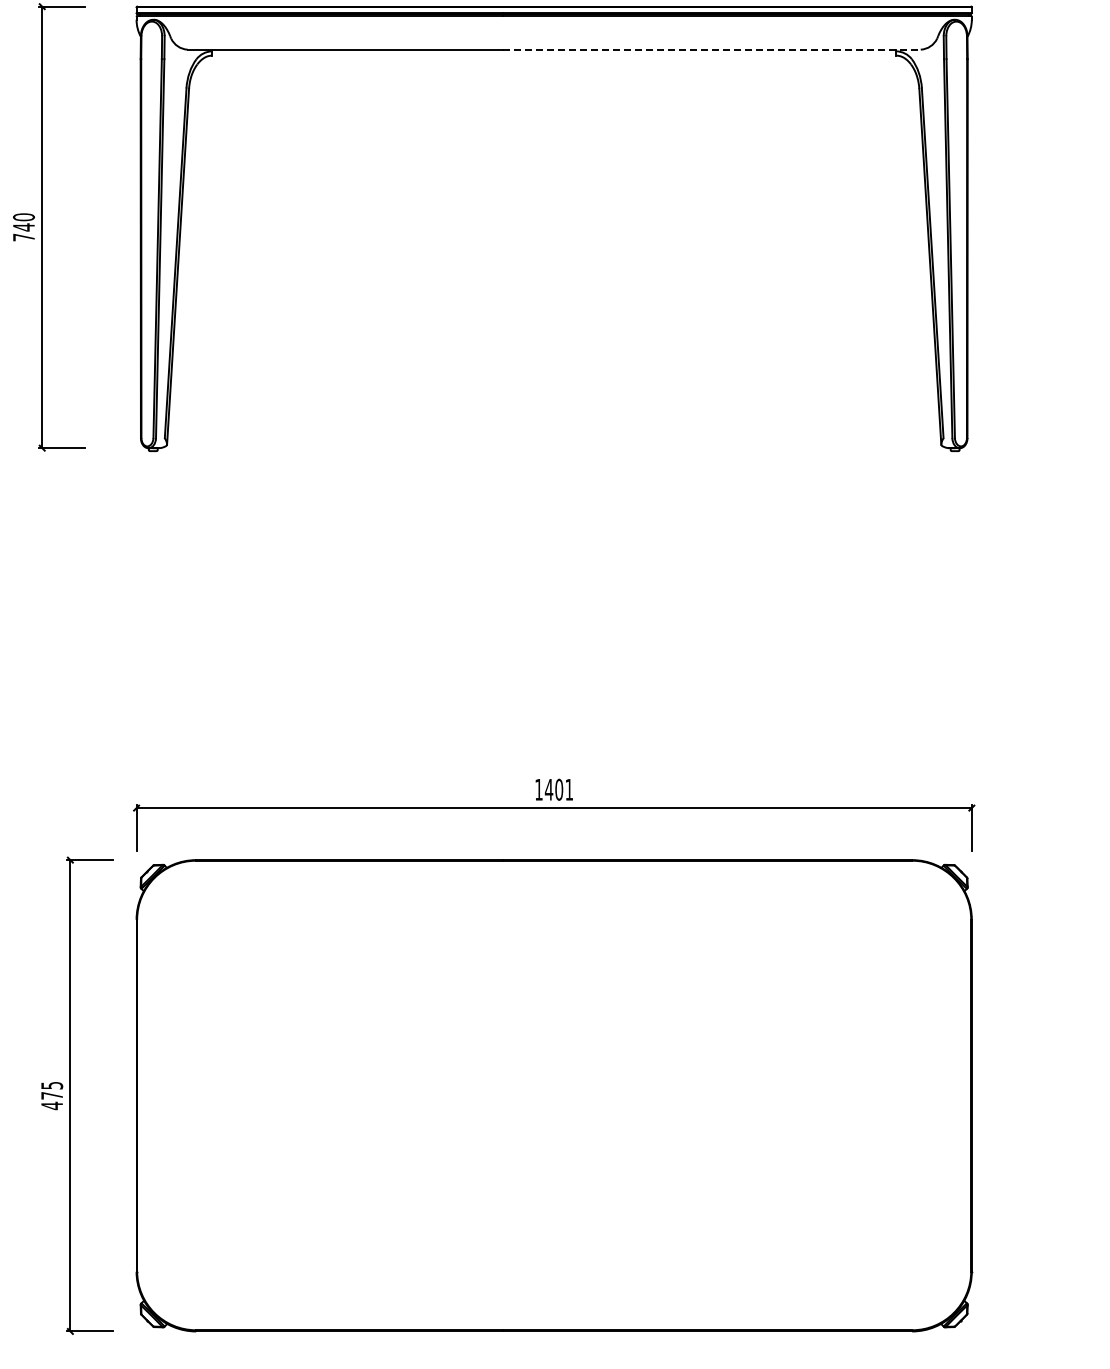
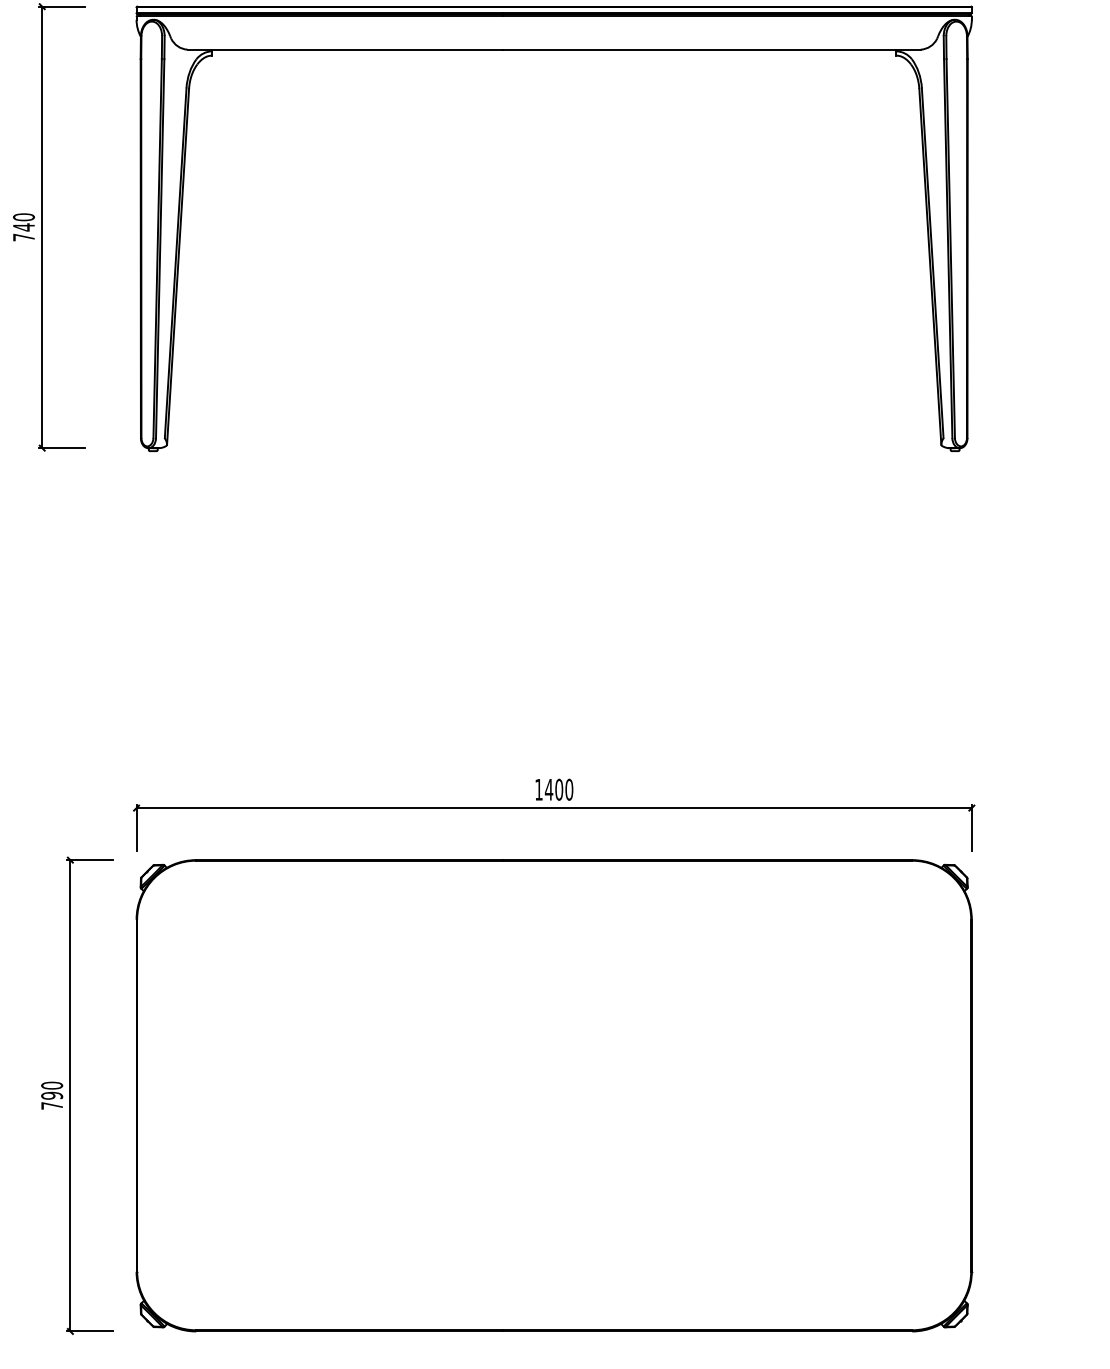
line at (712, 49): dashed -> solid
text at (569, 789): 1401 -> 1400
text at (52, 1095): 475 -> 790
